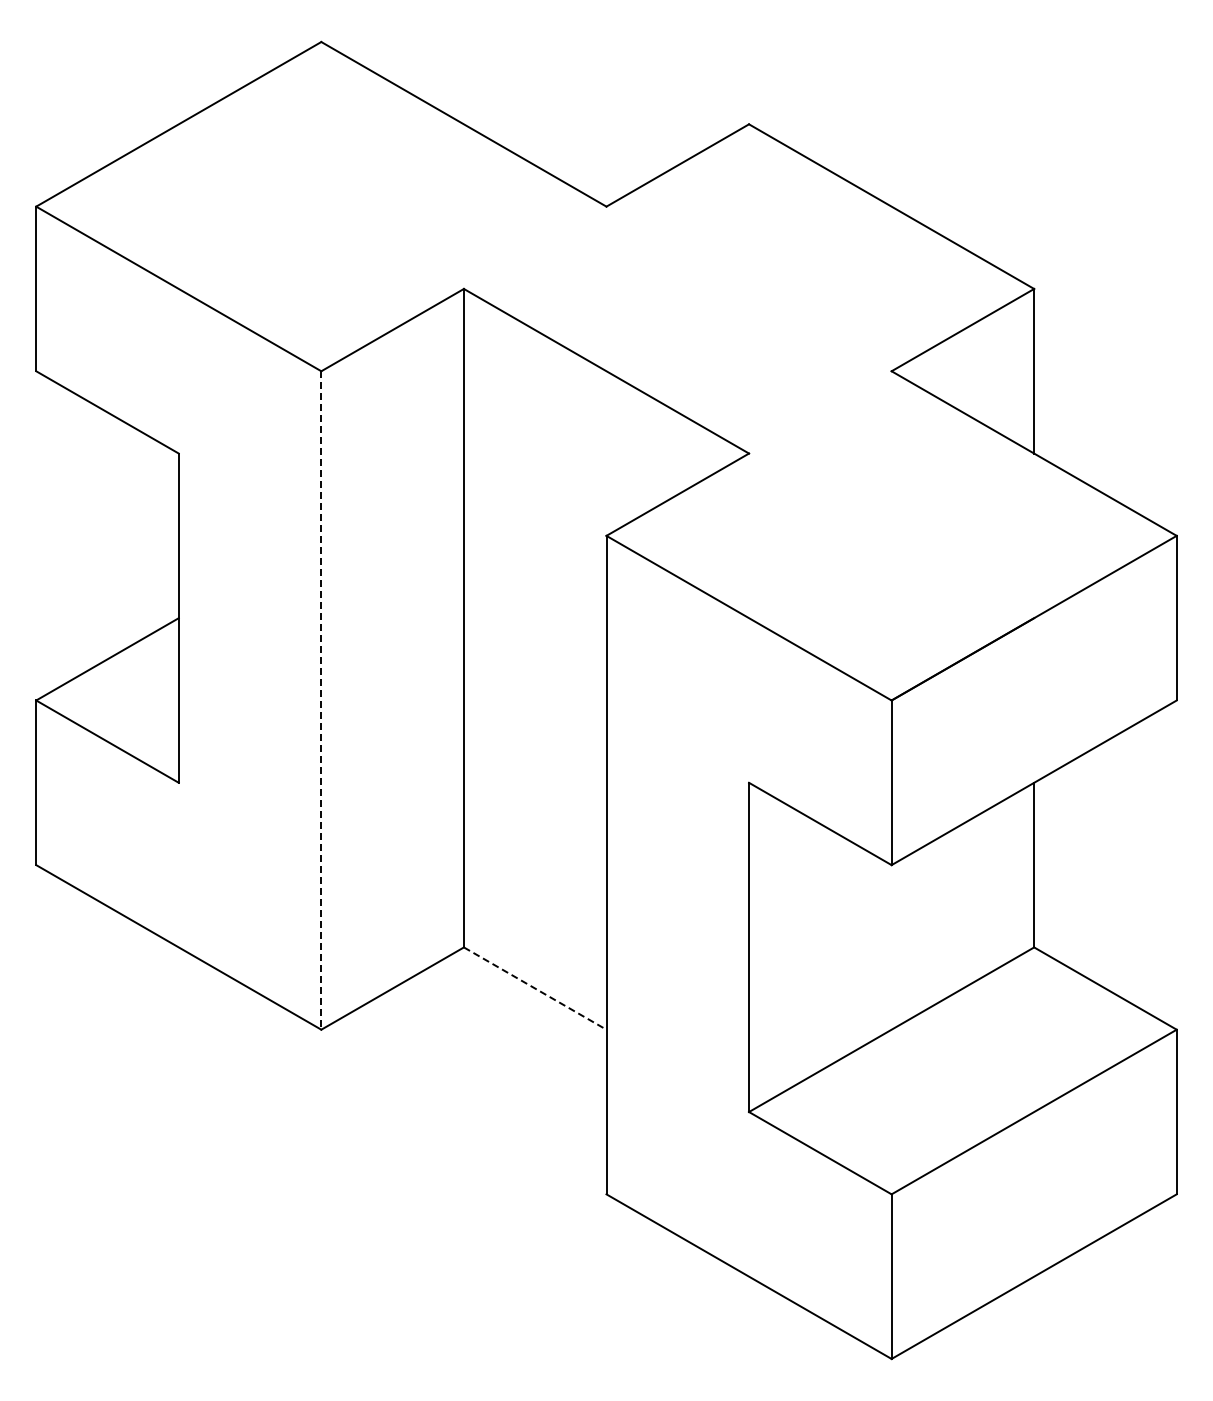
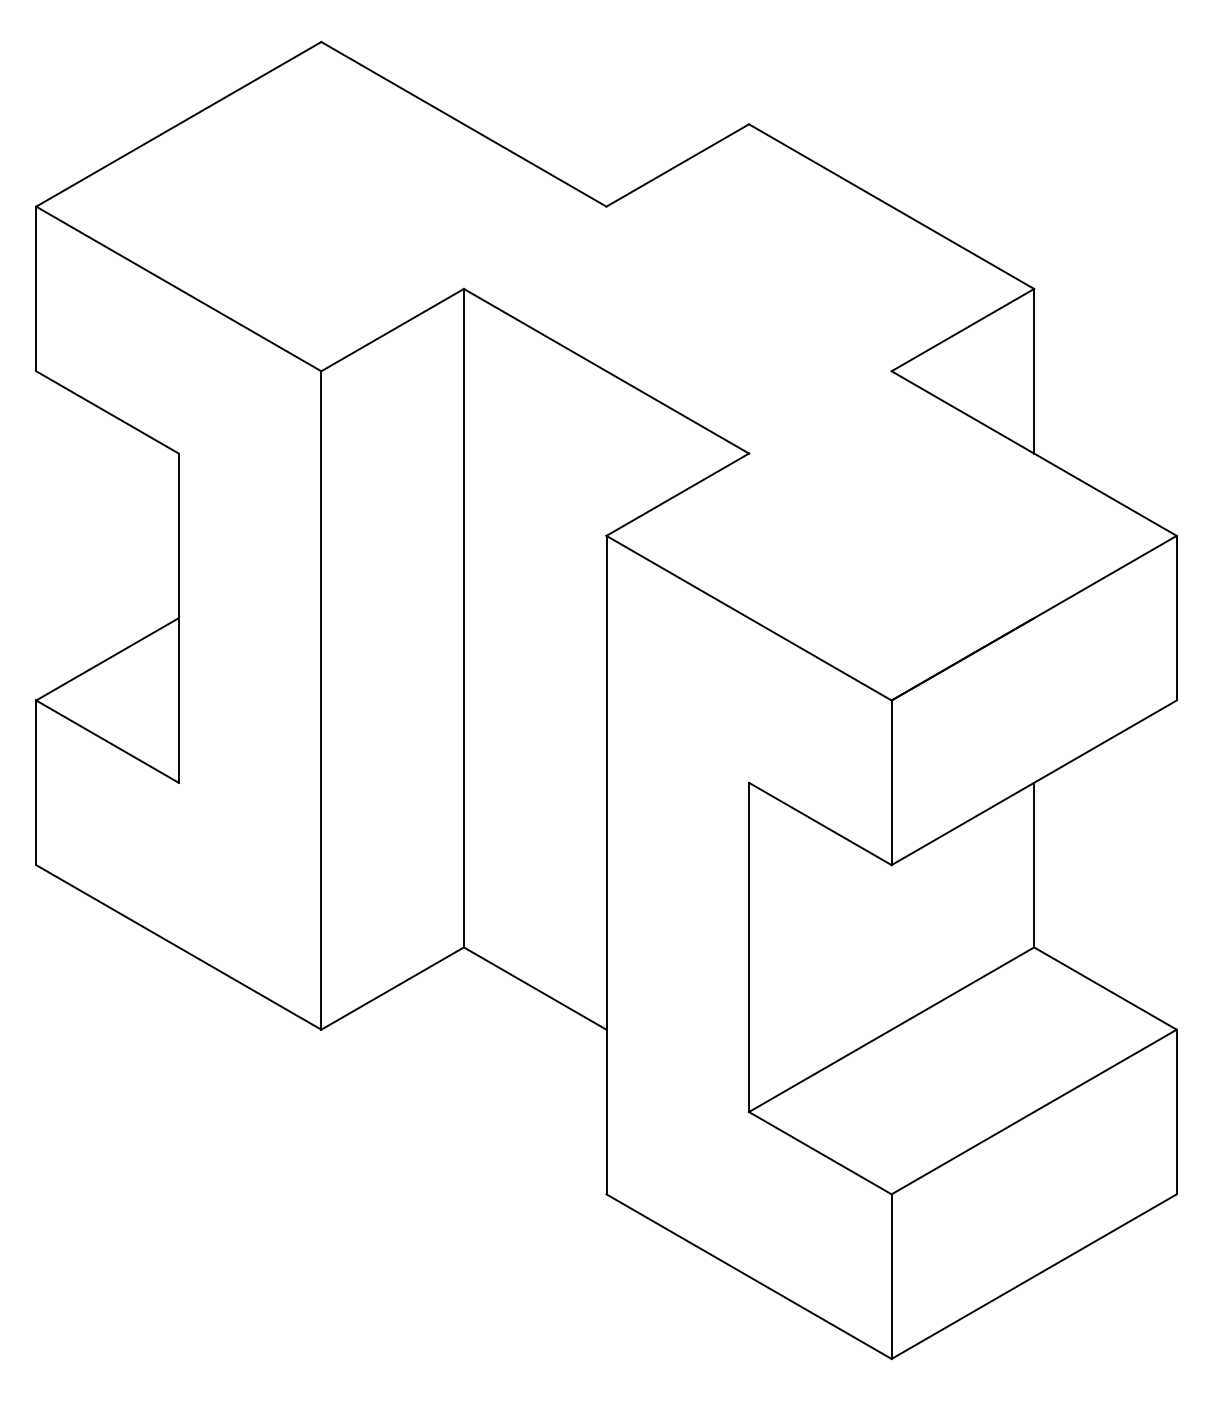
line at (321, 700): dashed -> solid
line at (535, 988): dashed -> solid
